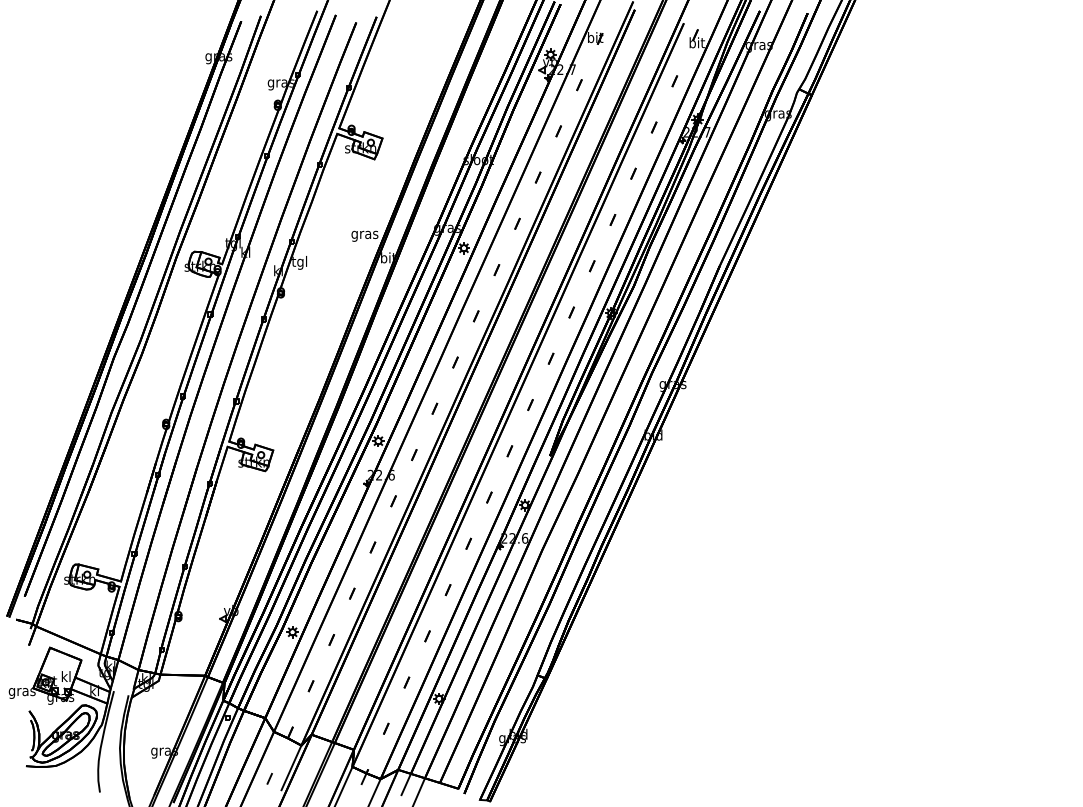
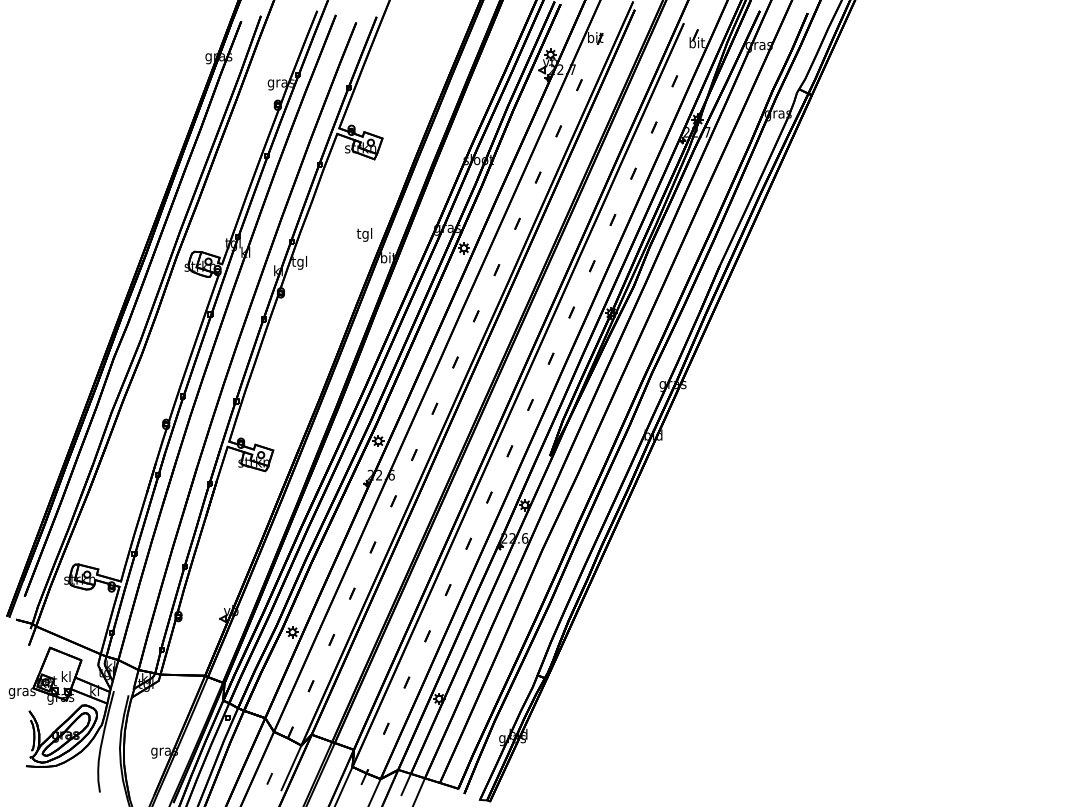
text at (364, 234): gras -> tgl
